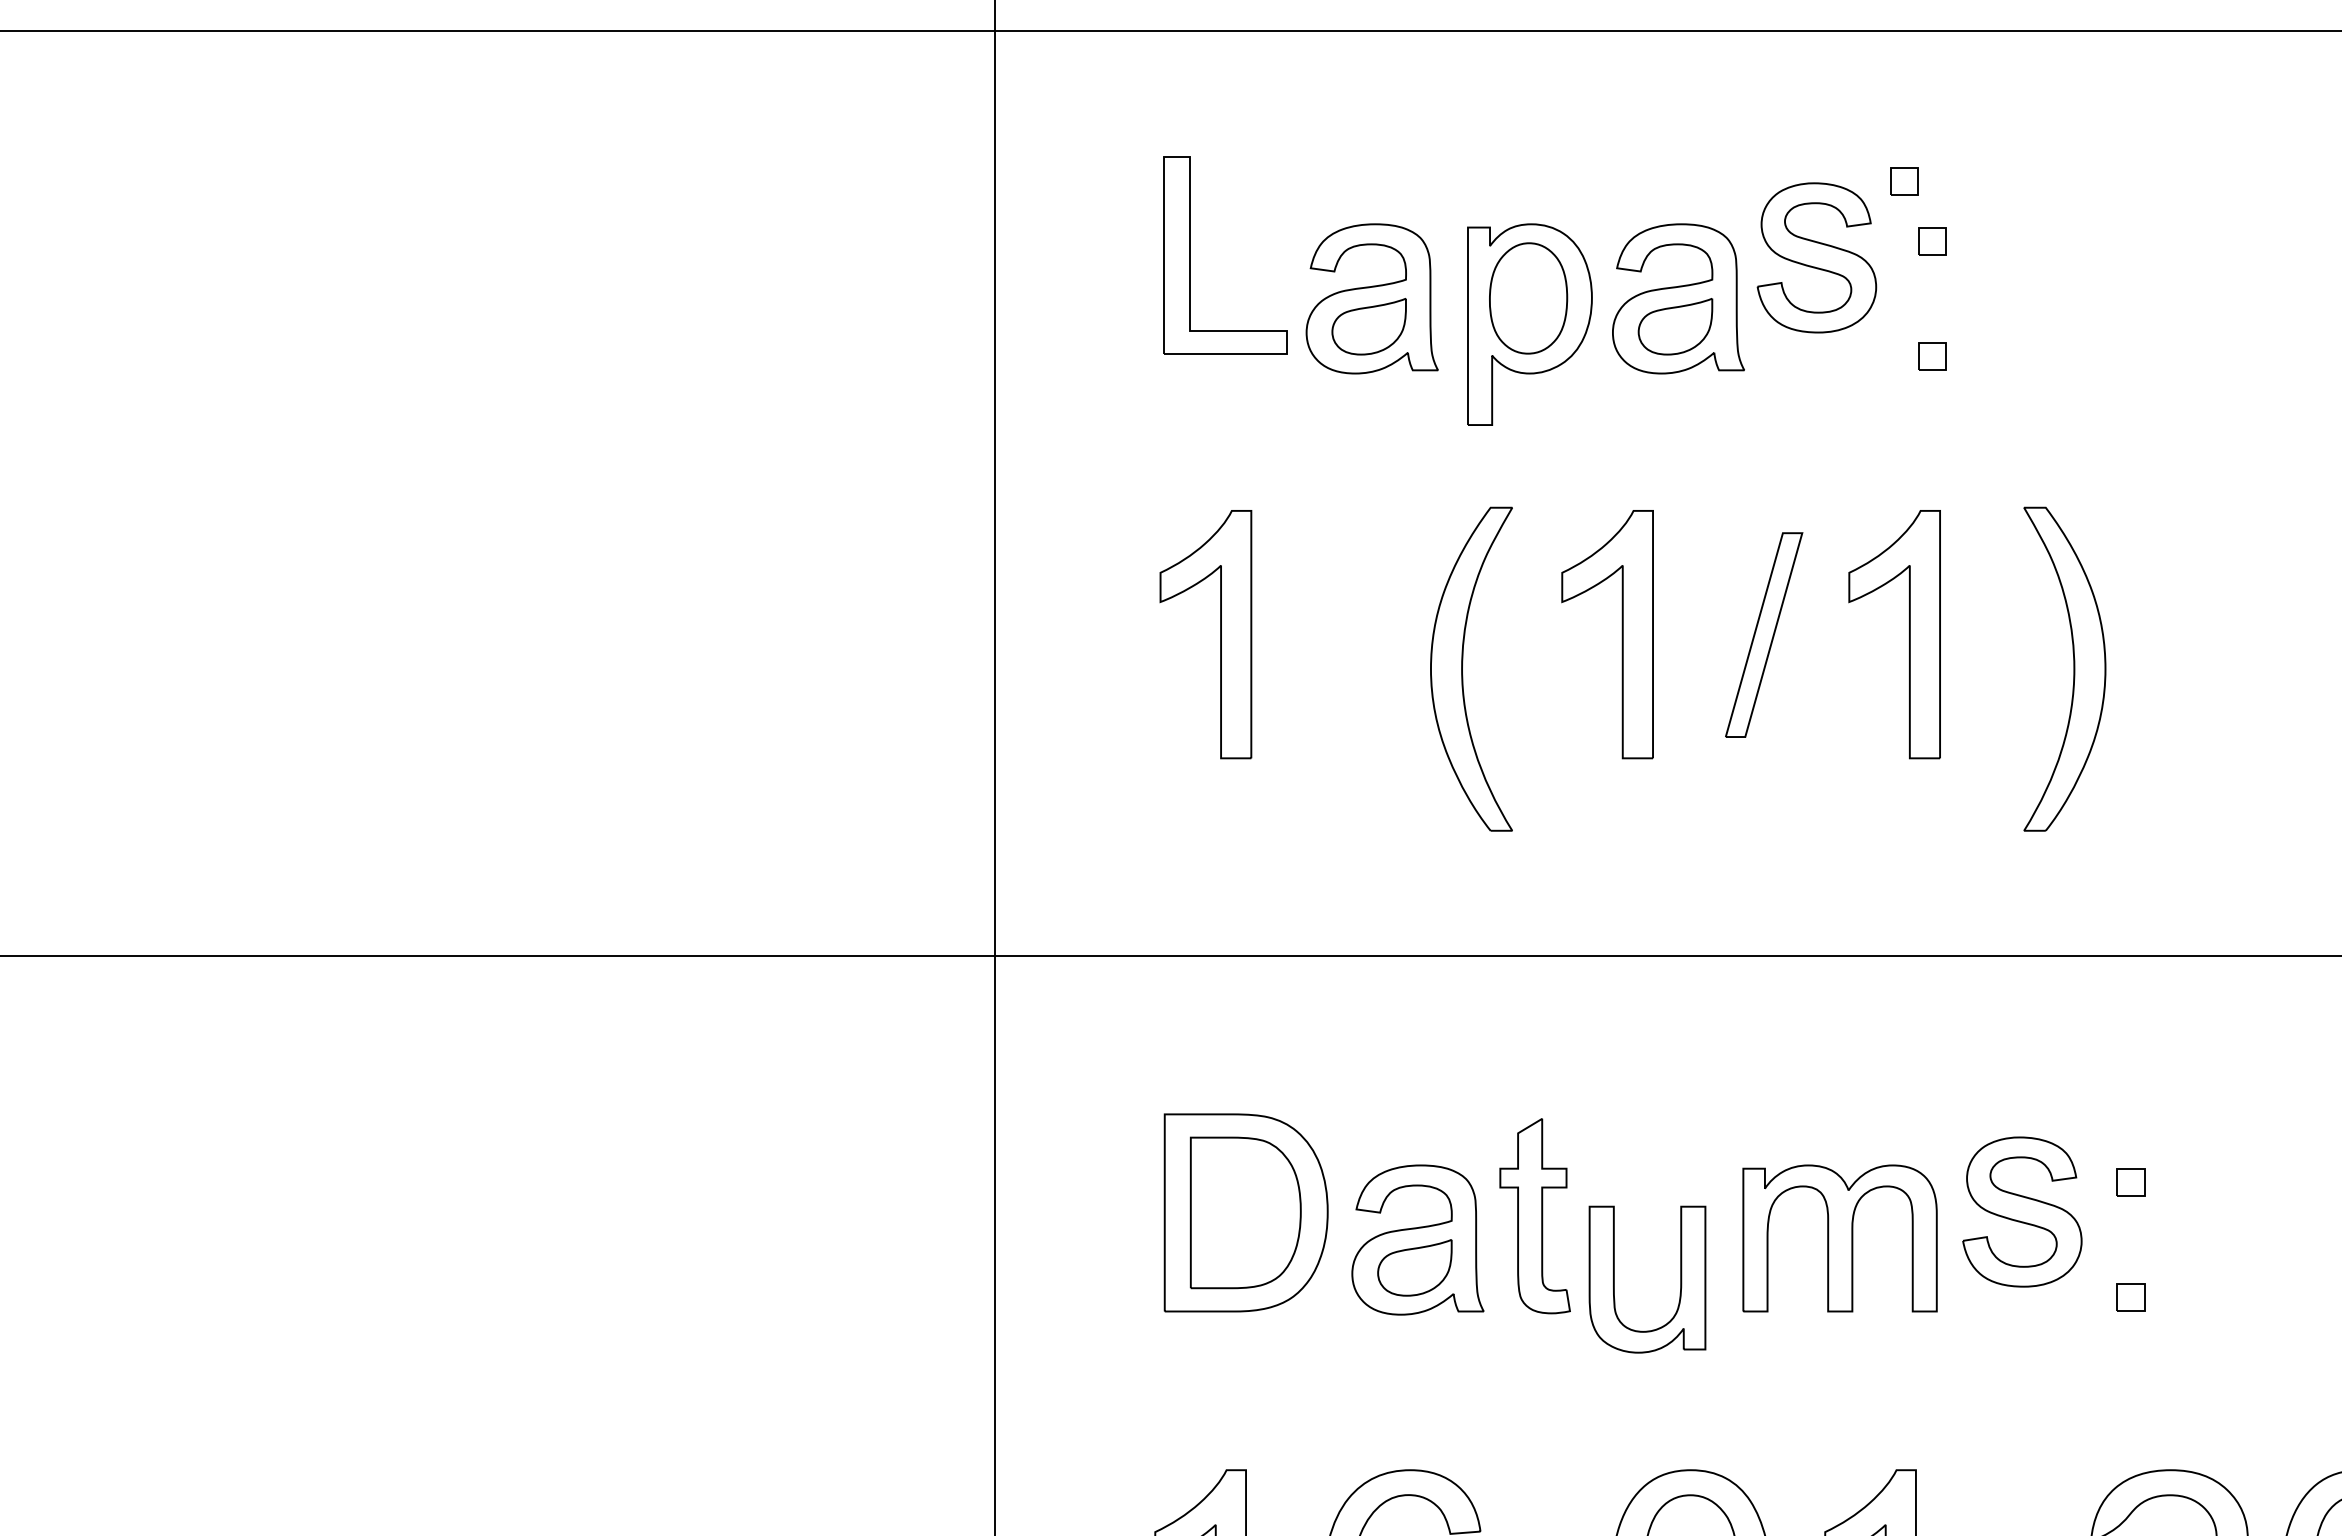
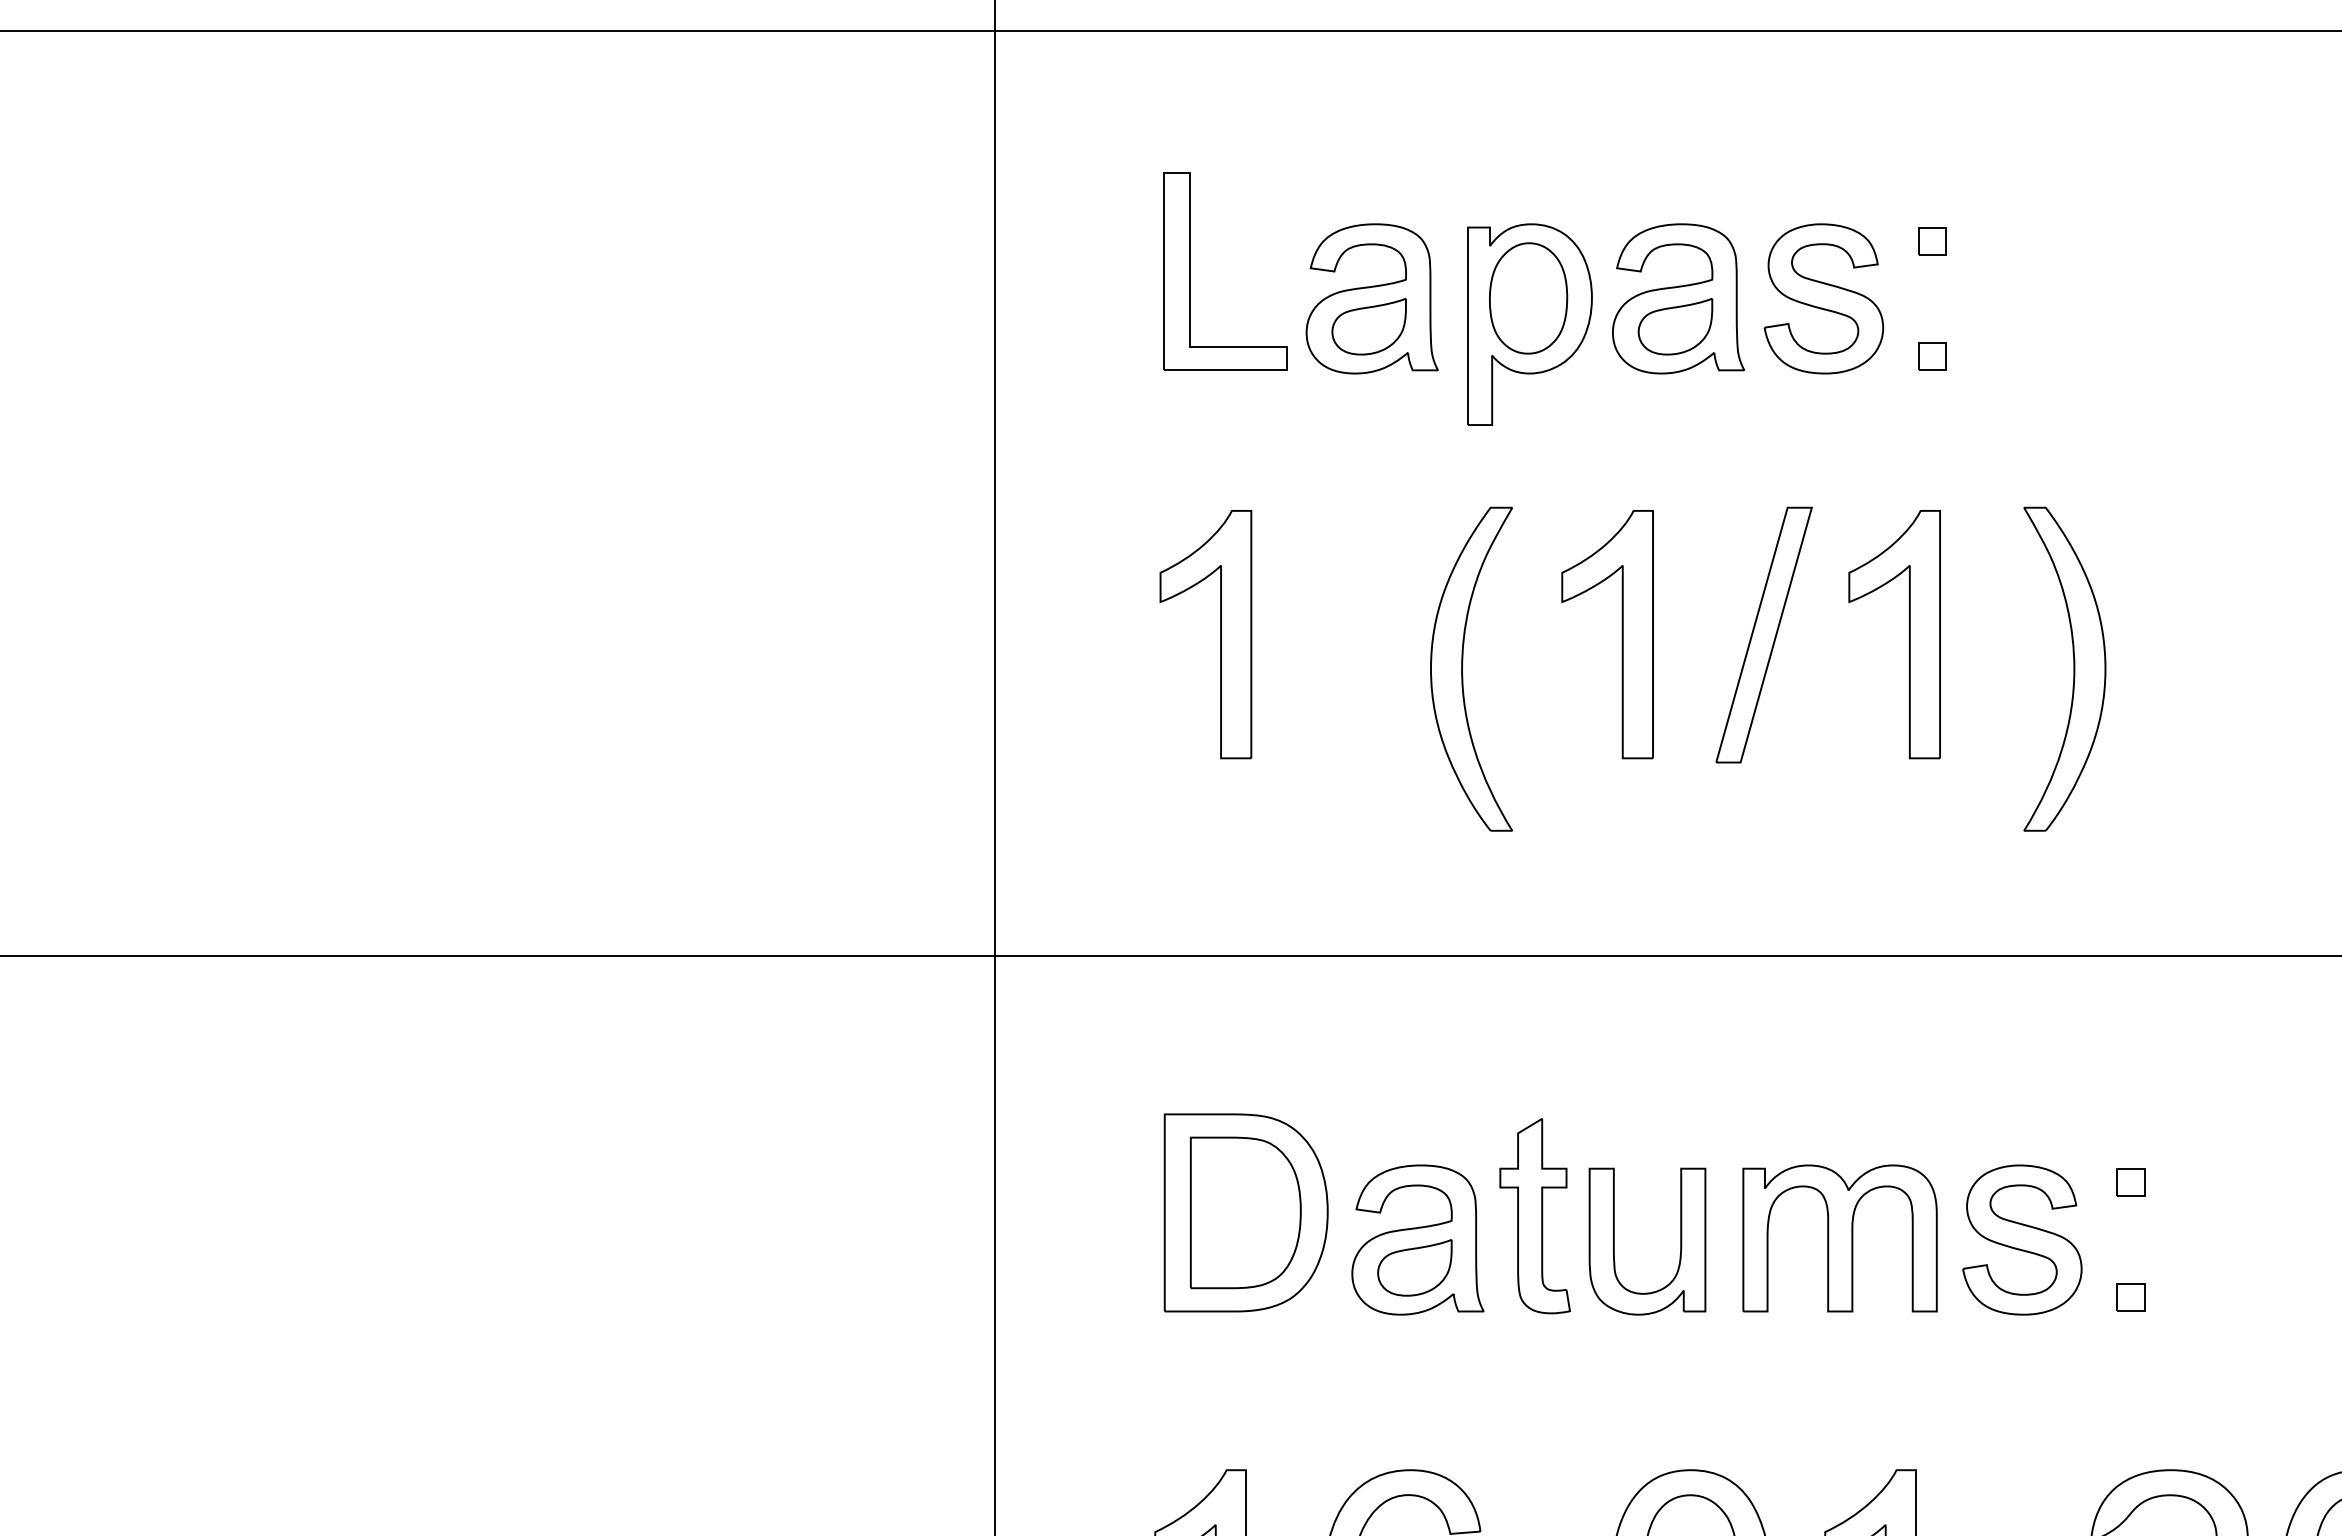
part at (1904, 181): present -> none
part at (1190, 255) position: (1190, 255) -> (1190, 271)
part at (1816, 257) position: (1816, 257) -> (1823, 298)
part at (1764, 634) size: 79x206 px -> 98x258 px
part at (2022, 1211) position: (2022, 1211) -> (2022, 1239)
part at (1614, 1279) position: (1614, 1279) -> (1614, 1241)
